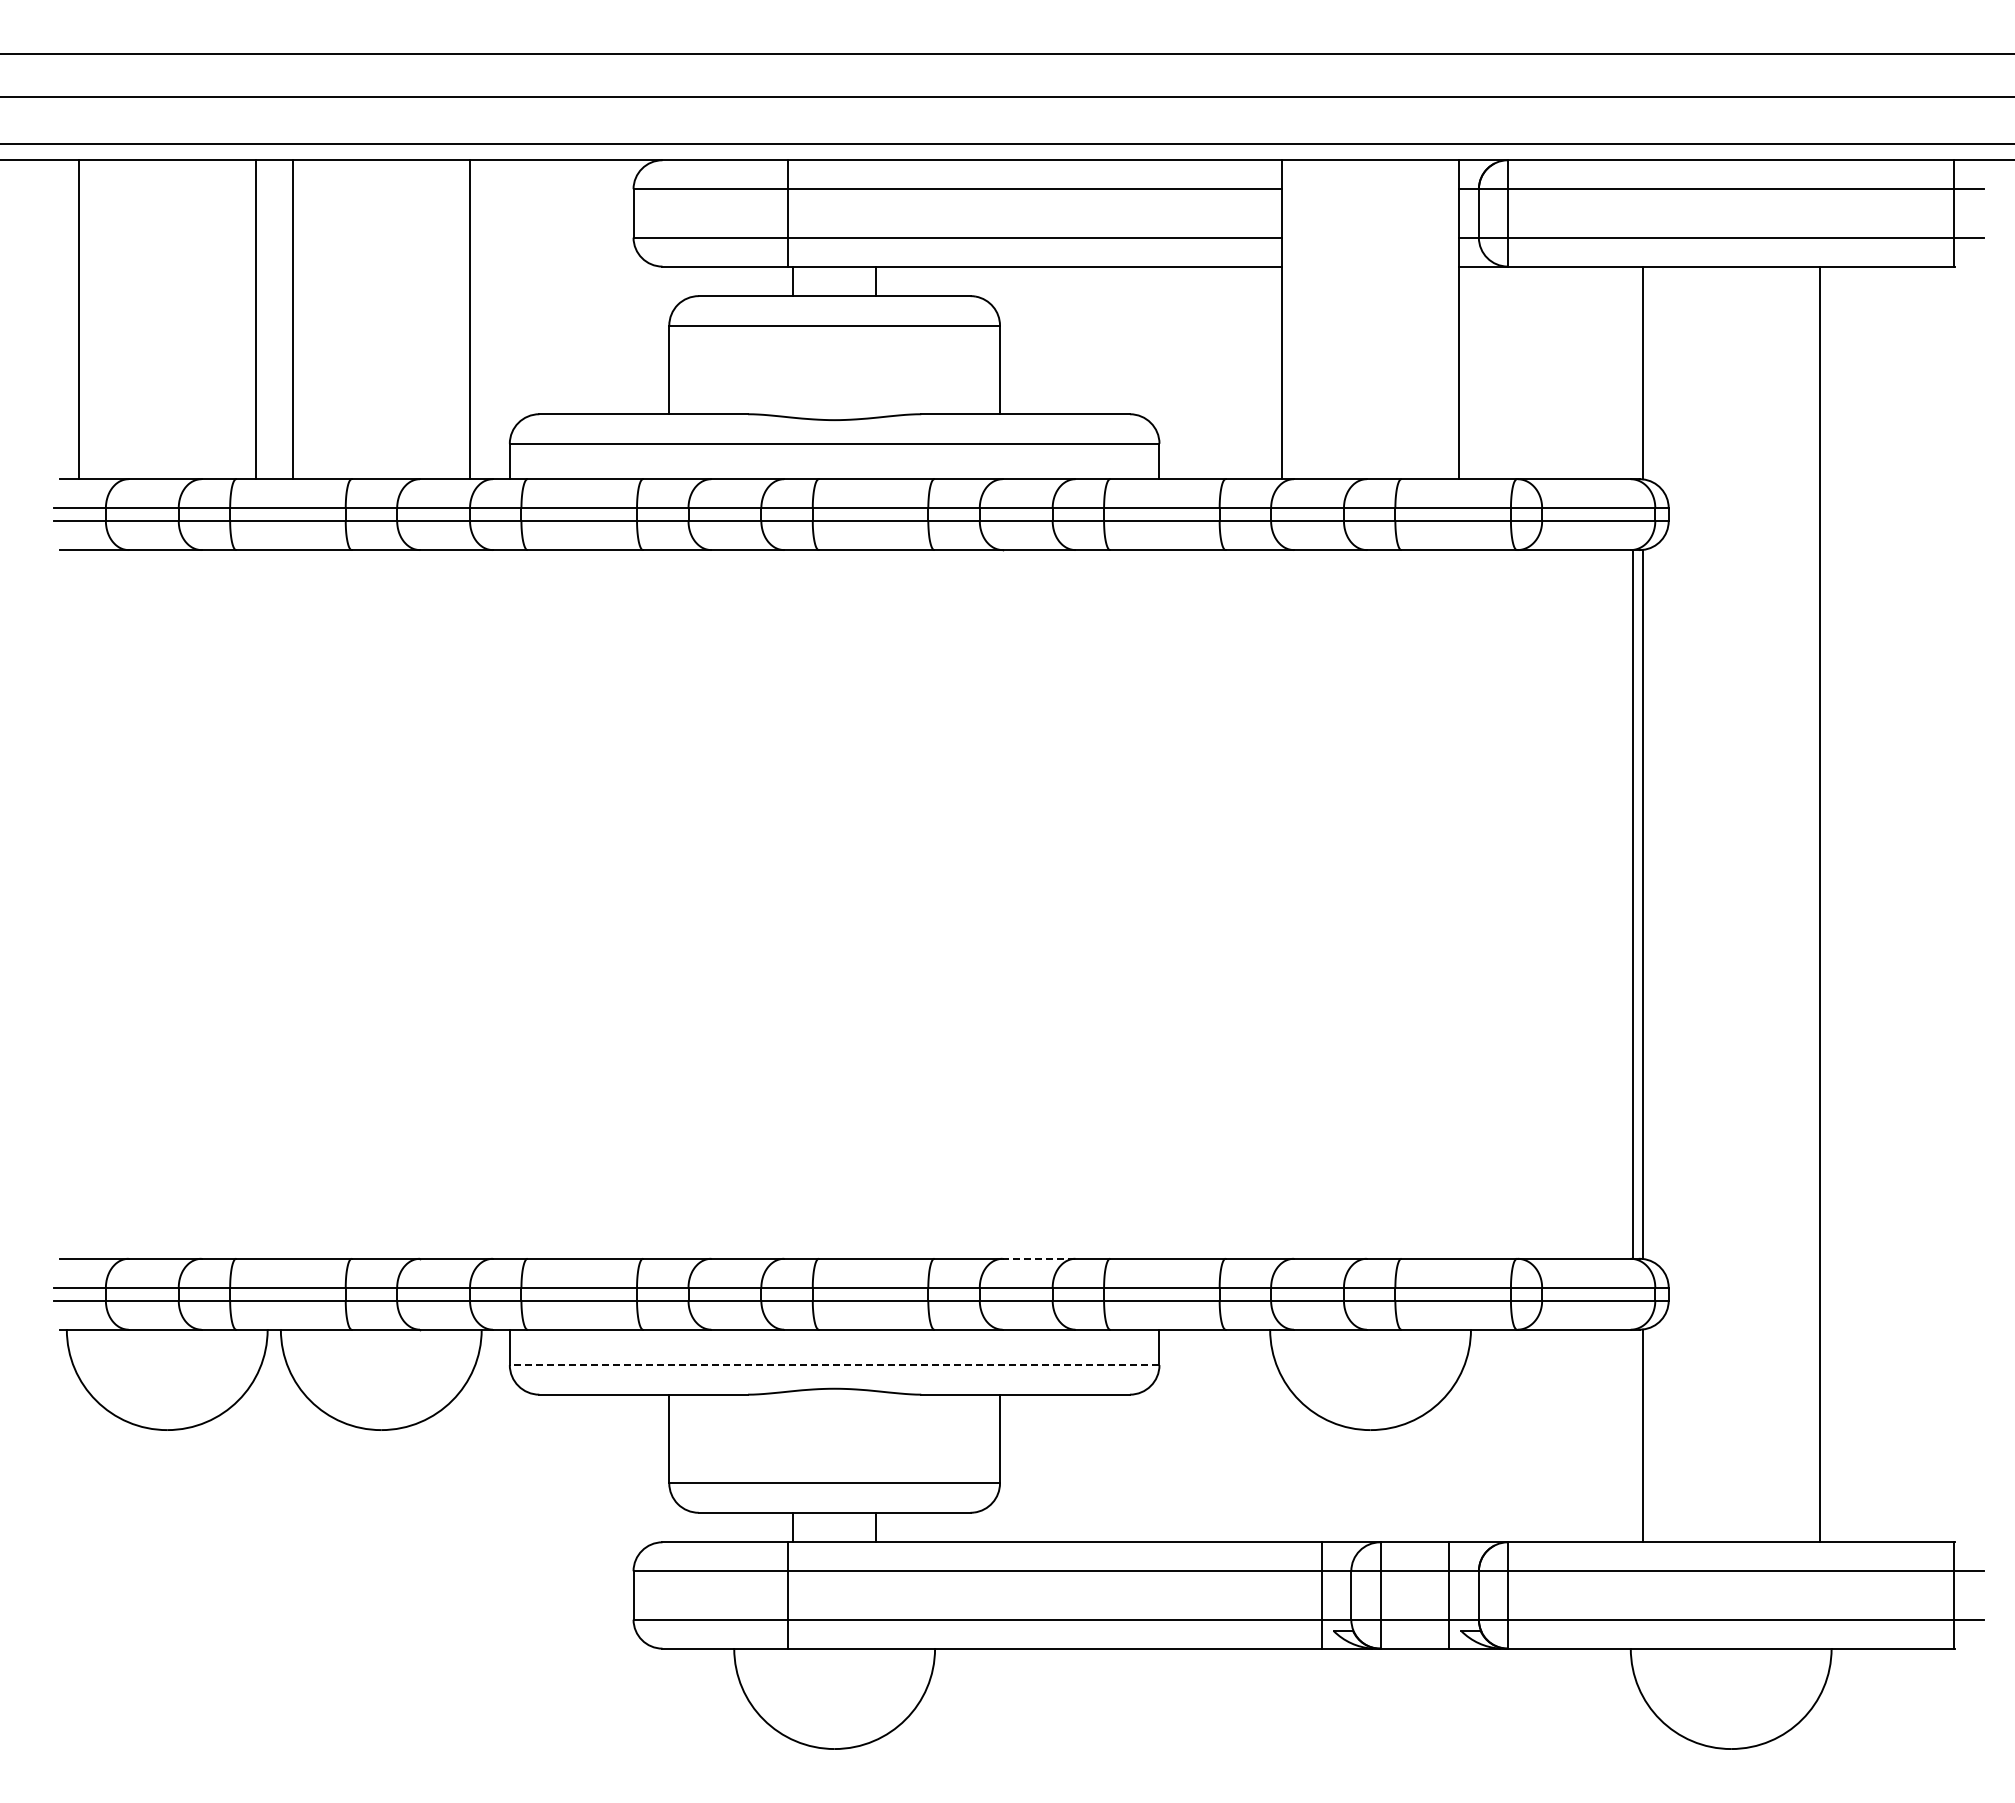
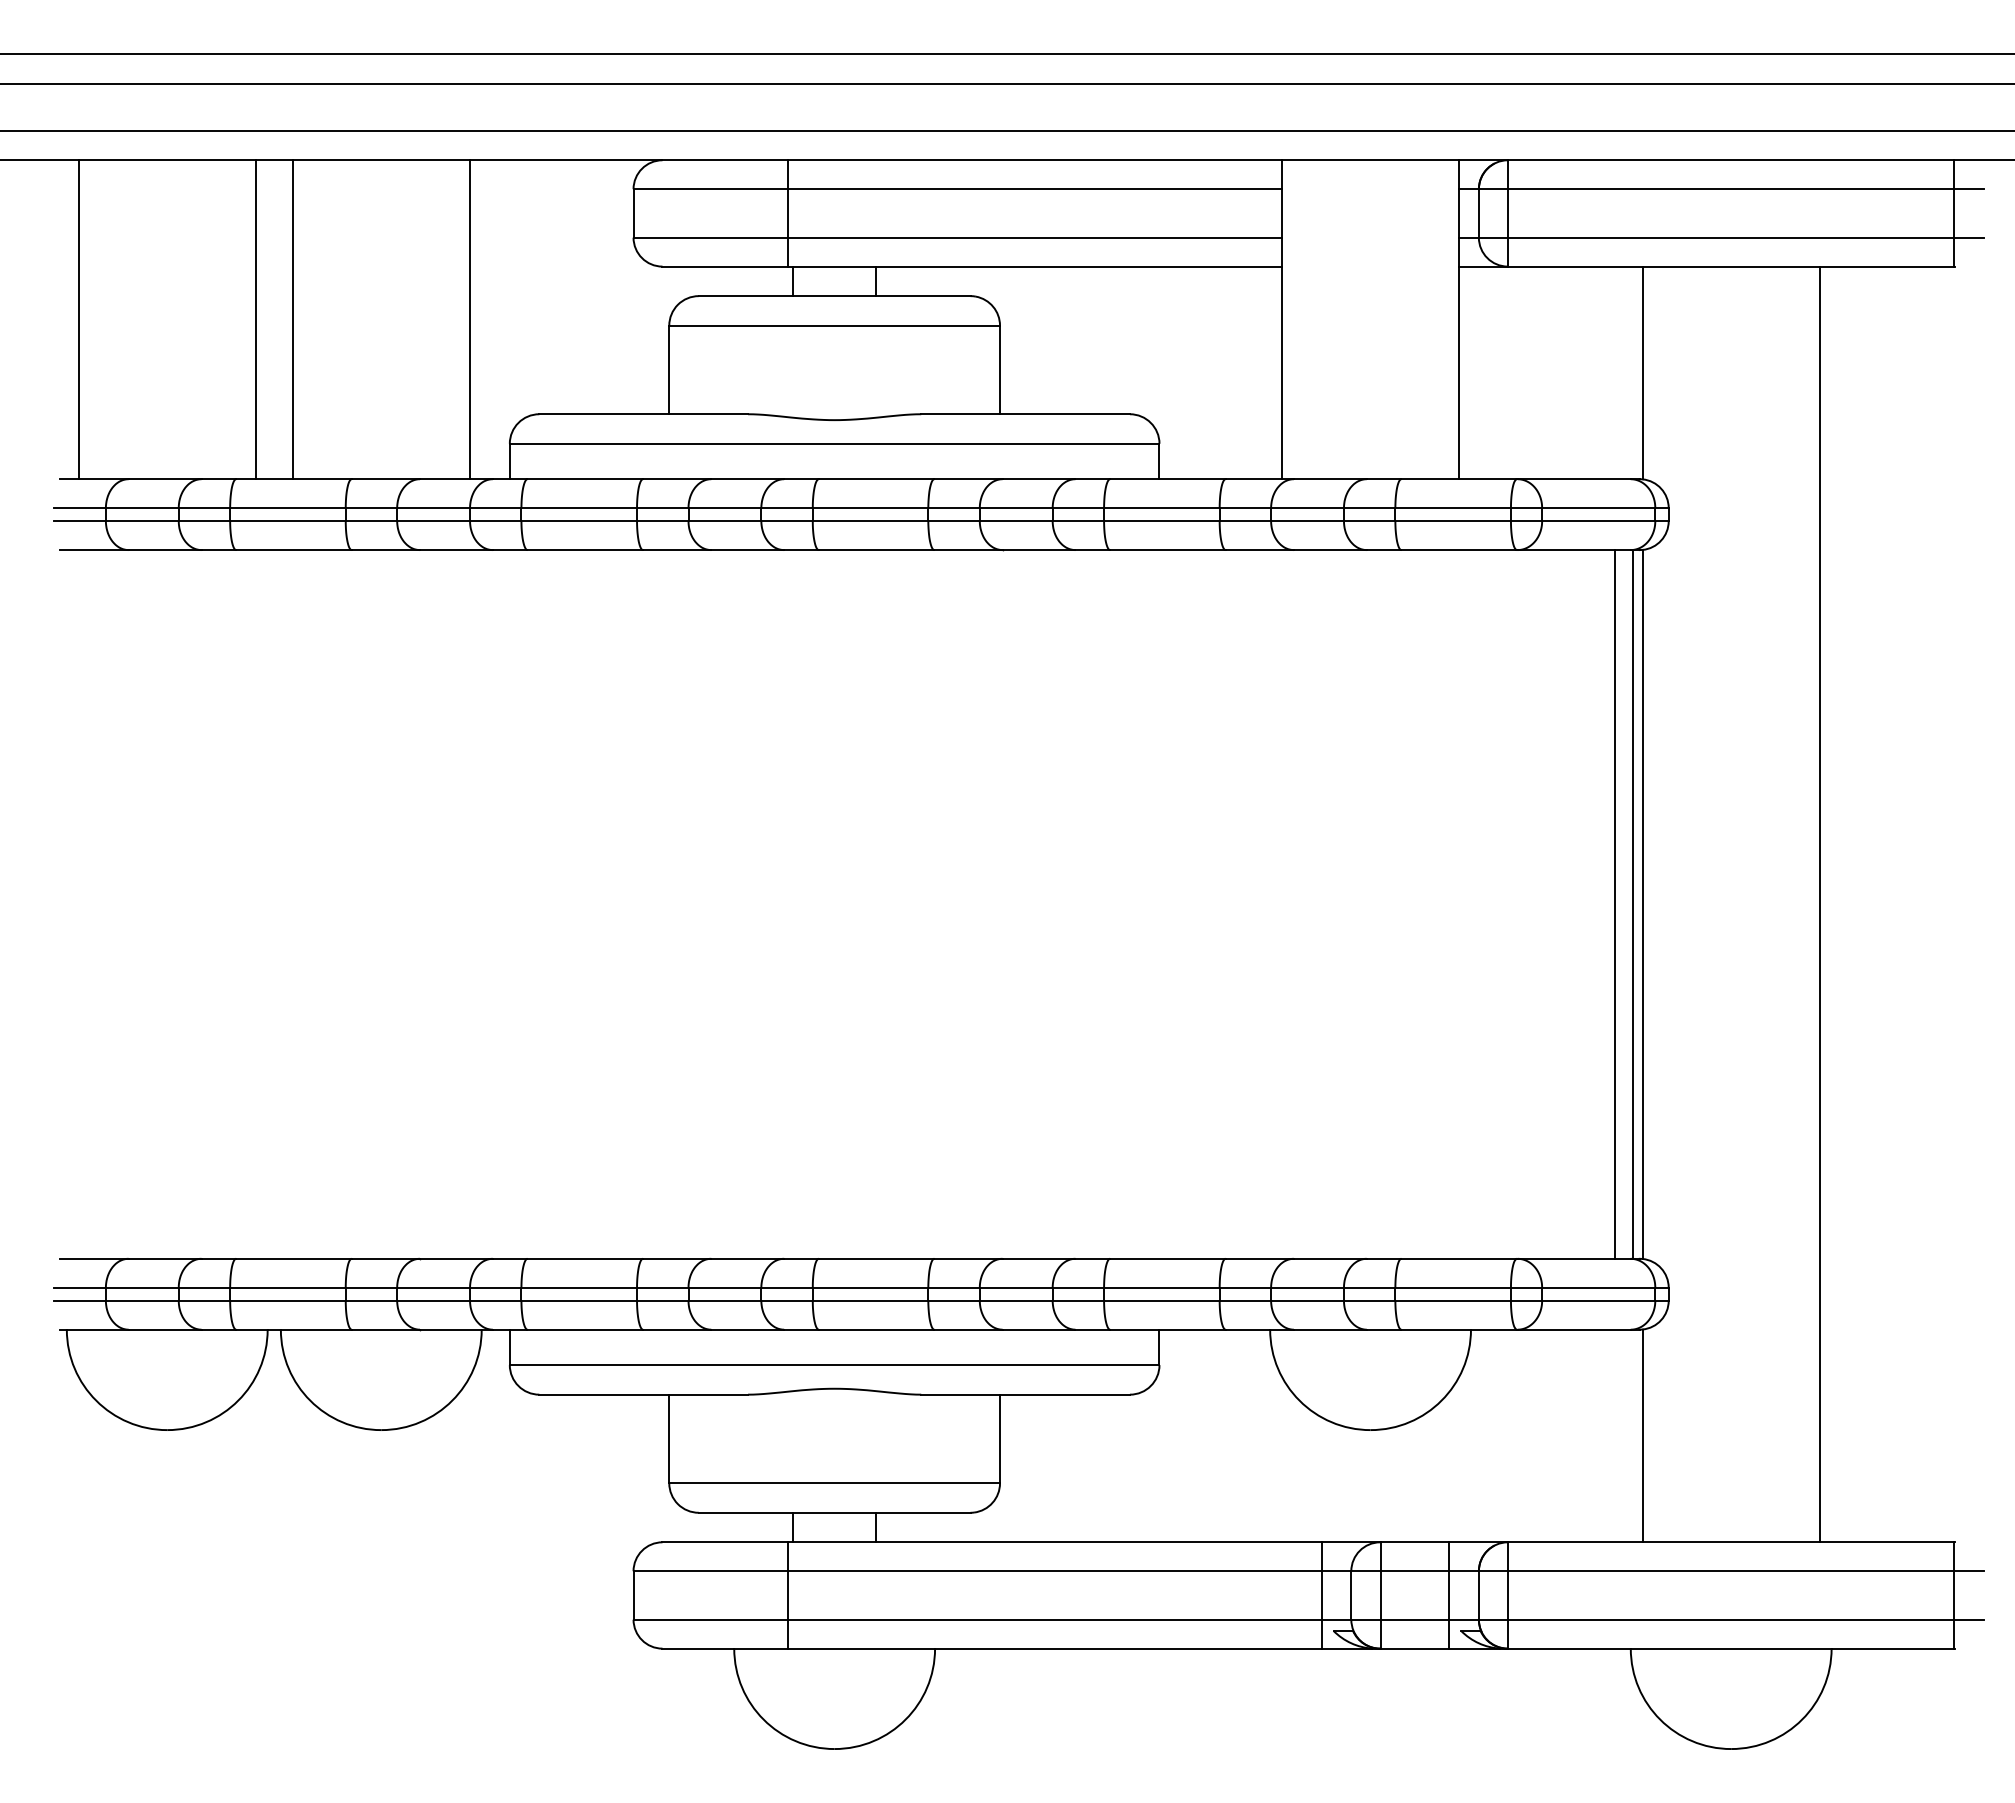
line at (1006, 96) position: (1006, 96) -> (1006, 83)
line at (1006, 143) position: (1006, 143) -> (1006, 130)
line at (1614, 904): none -> present
line at (1038, 1258): dashed -> solid
line at (834, 1365): dashed -> solid
